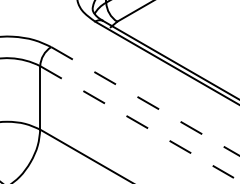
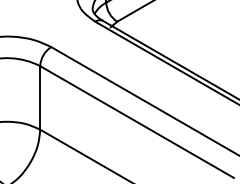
line at (145, 101): dashed -> solid
line at (137, 122): dashed -> solid
